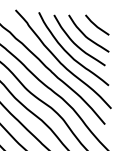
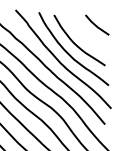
curve at (86, 35): present -> none
